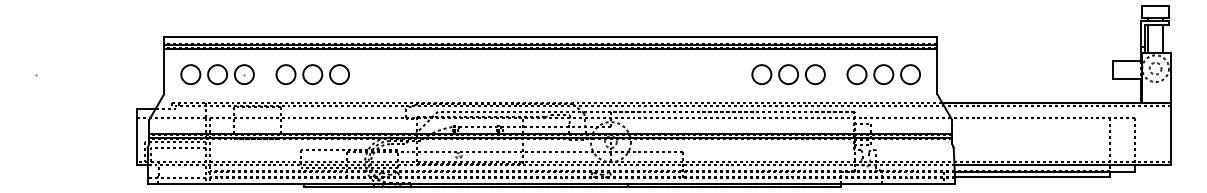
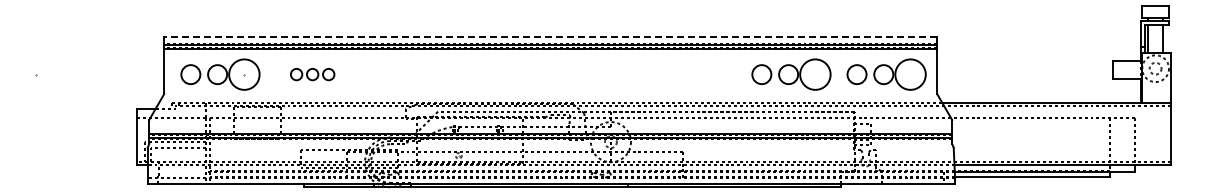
line at (550, 37): solid -> dashed
circle at (243, 74) diameter: 19 px -> 30 px
part at (312, 74) size: 75x21 px -> 46x14 px
circle at (814, 74) diameter: 19 px -> 30 px
circle at (910, 74) diameter: 19 px -> 30 px
